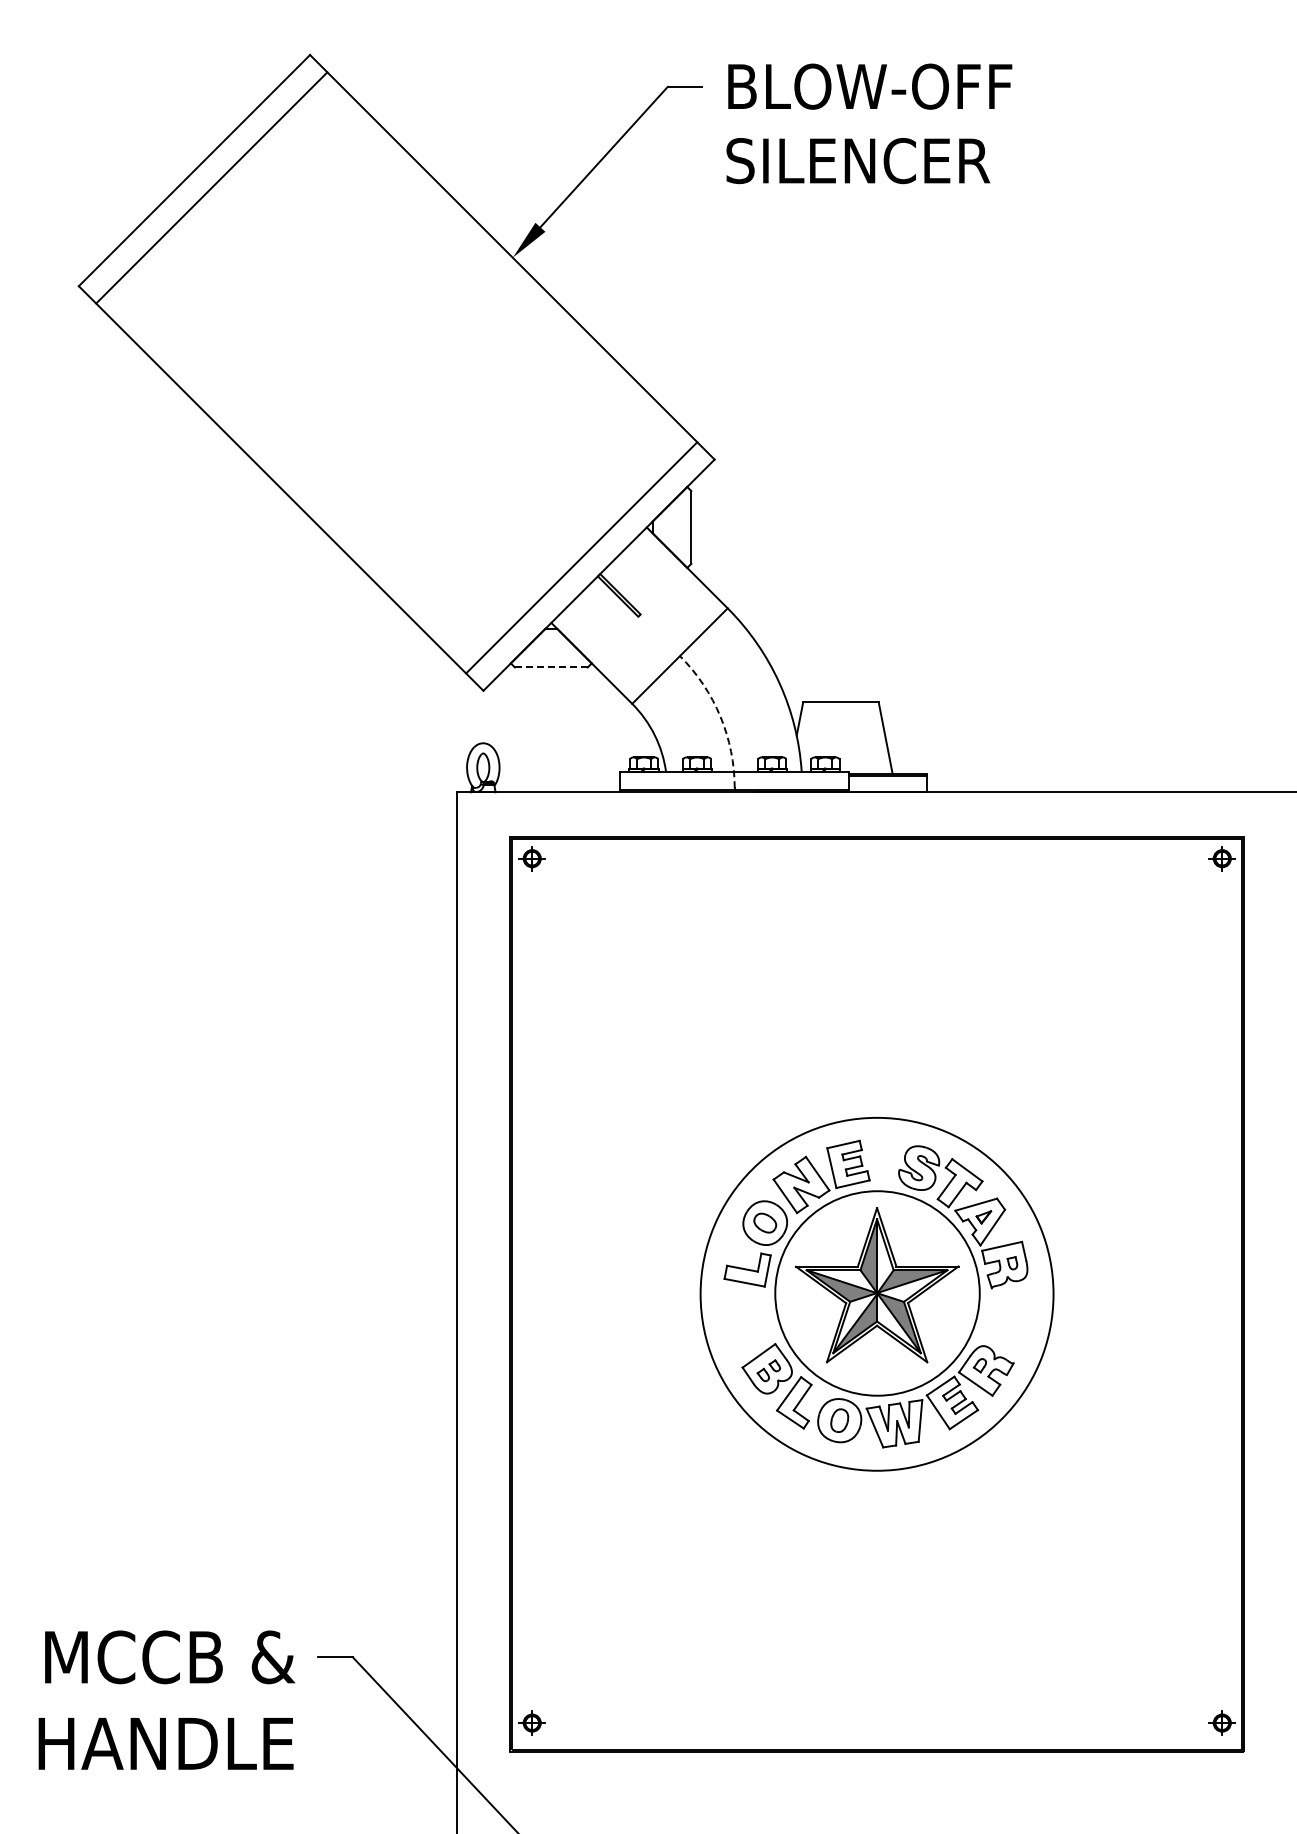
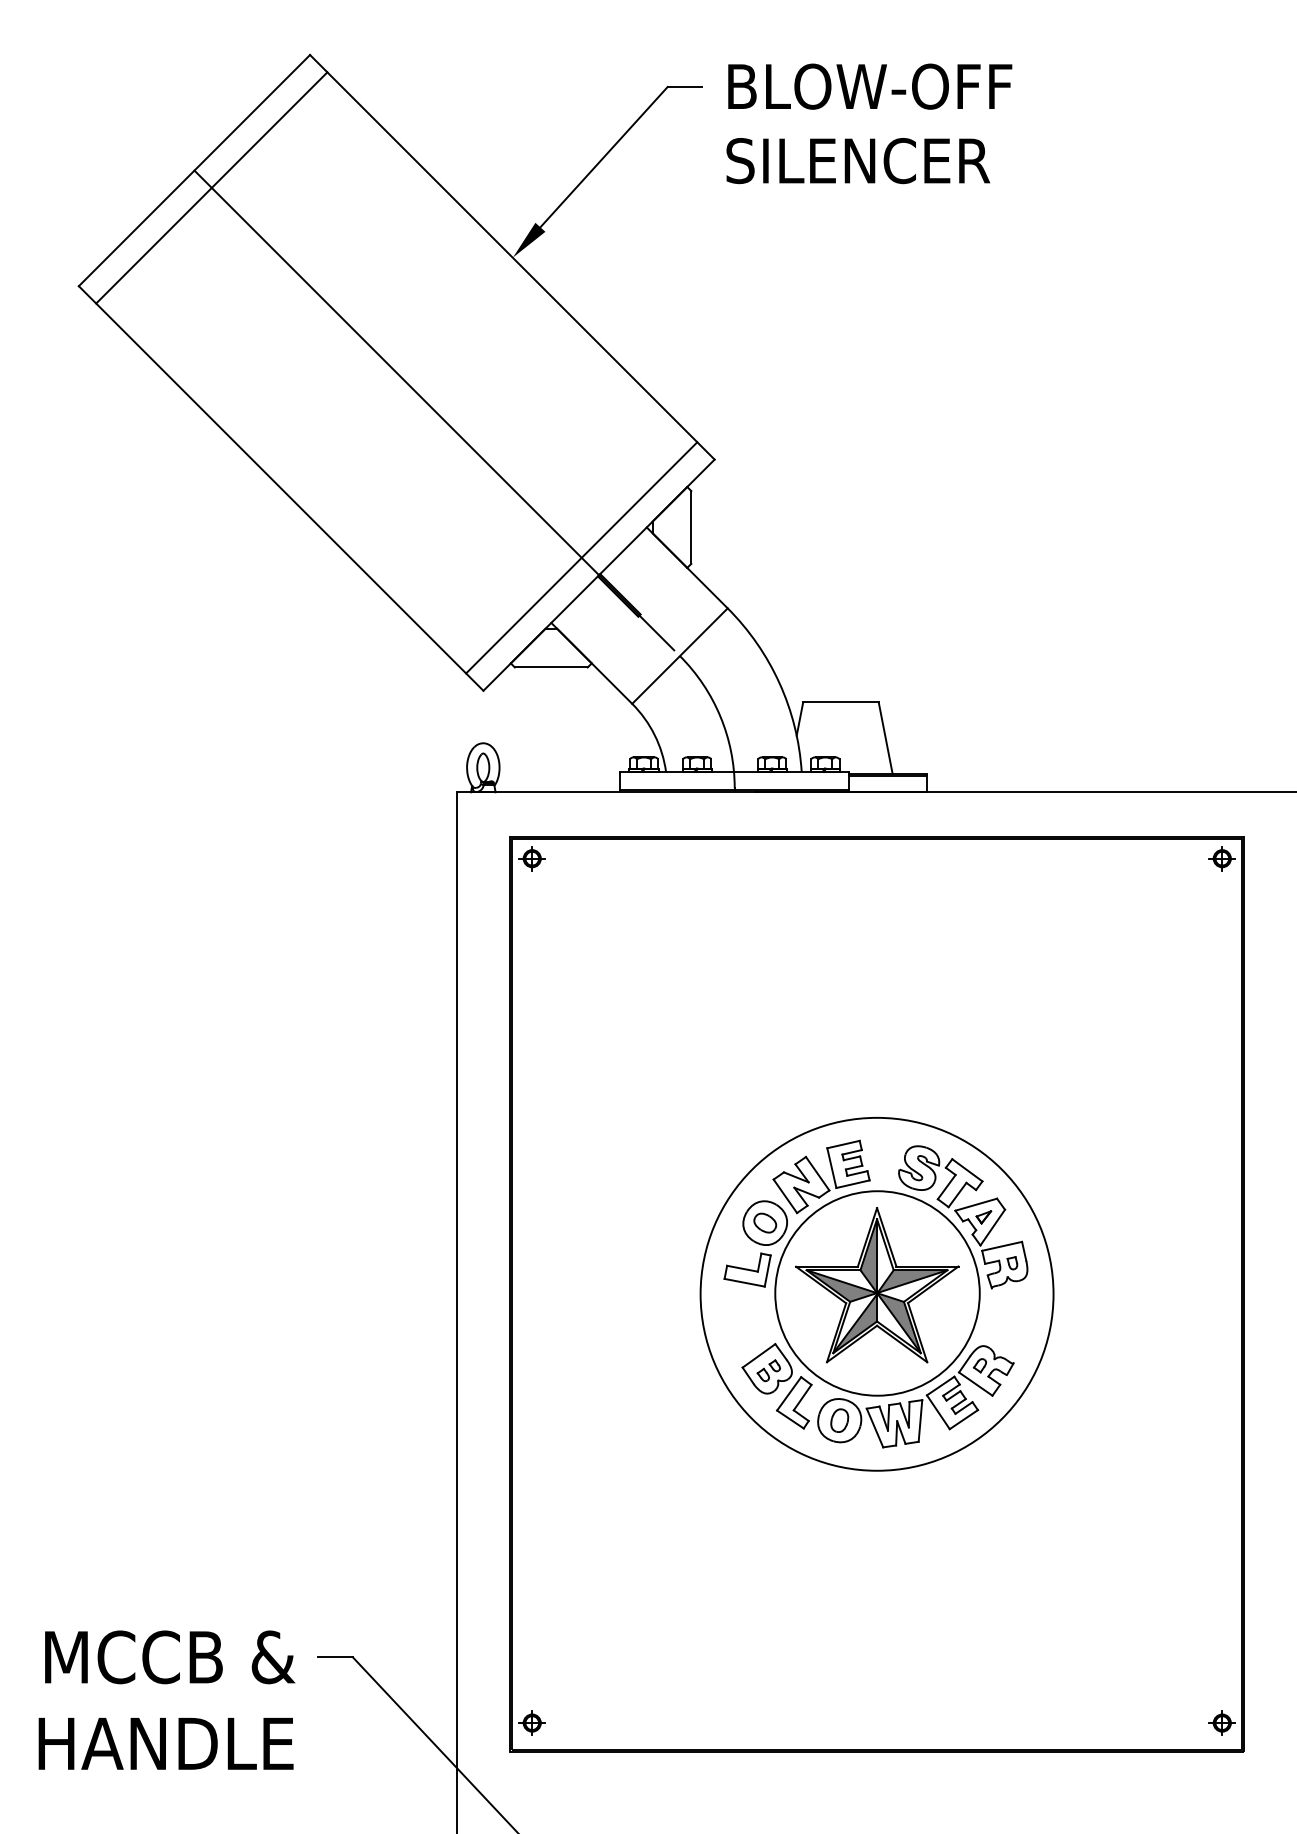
line at (434, 410): none -> present
line at (551, 667): dashed -> solid
arc at (720, 716): dashed -> solid
